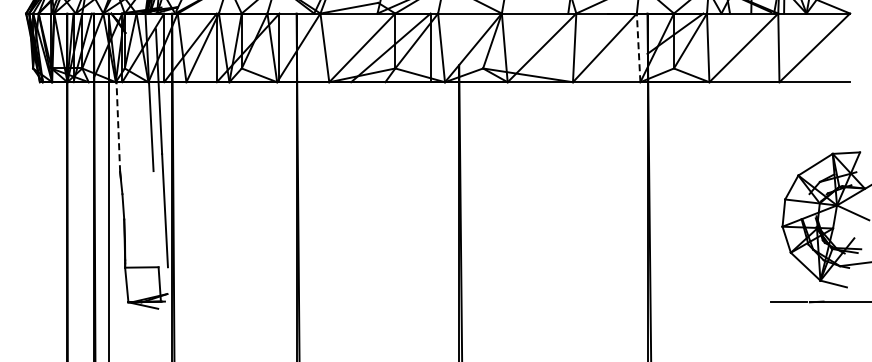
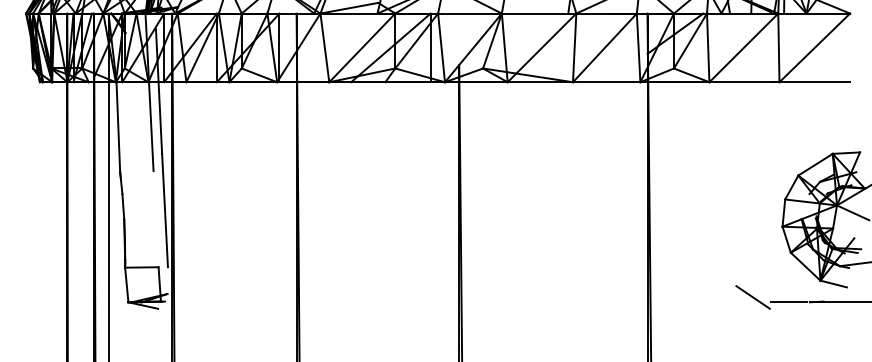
line at (638, 47): dashed -> solid
line at (118, 126): dashed -> solid
line at (752, 297): none -> present
